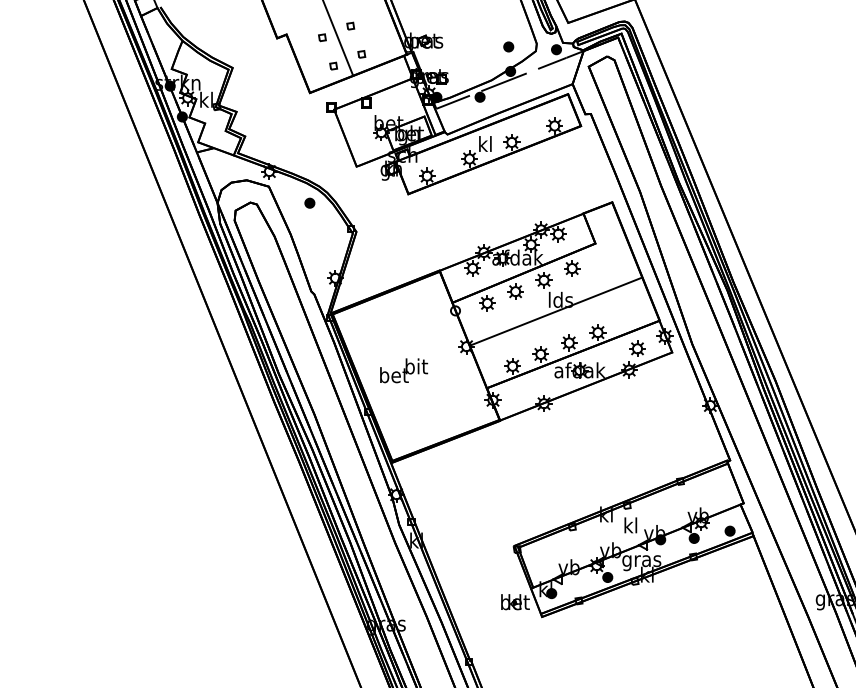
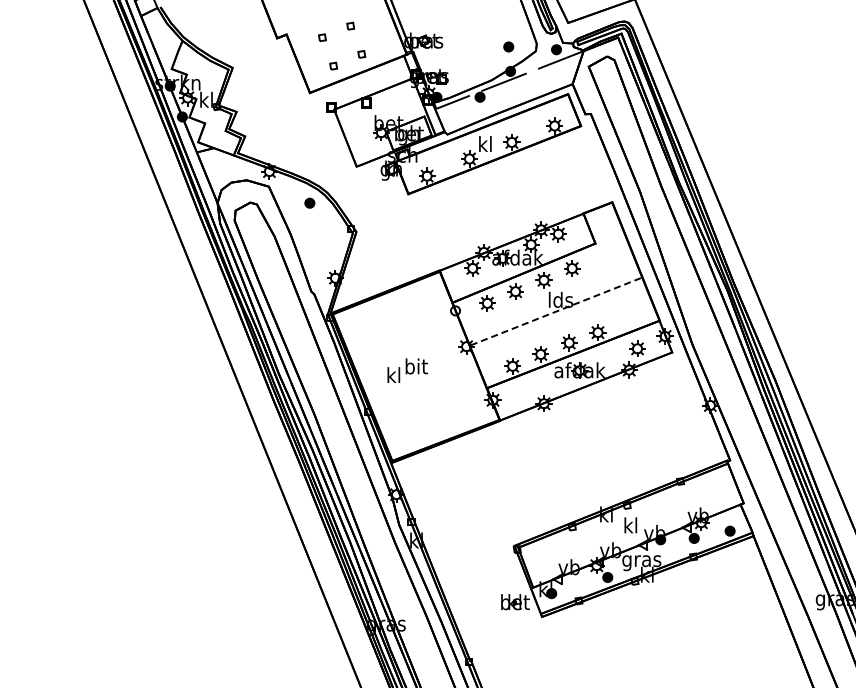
line at (338, 38): present -> none
line at (556, 311): solid -> dashed
text at (394, 375): bet -> kl
